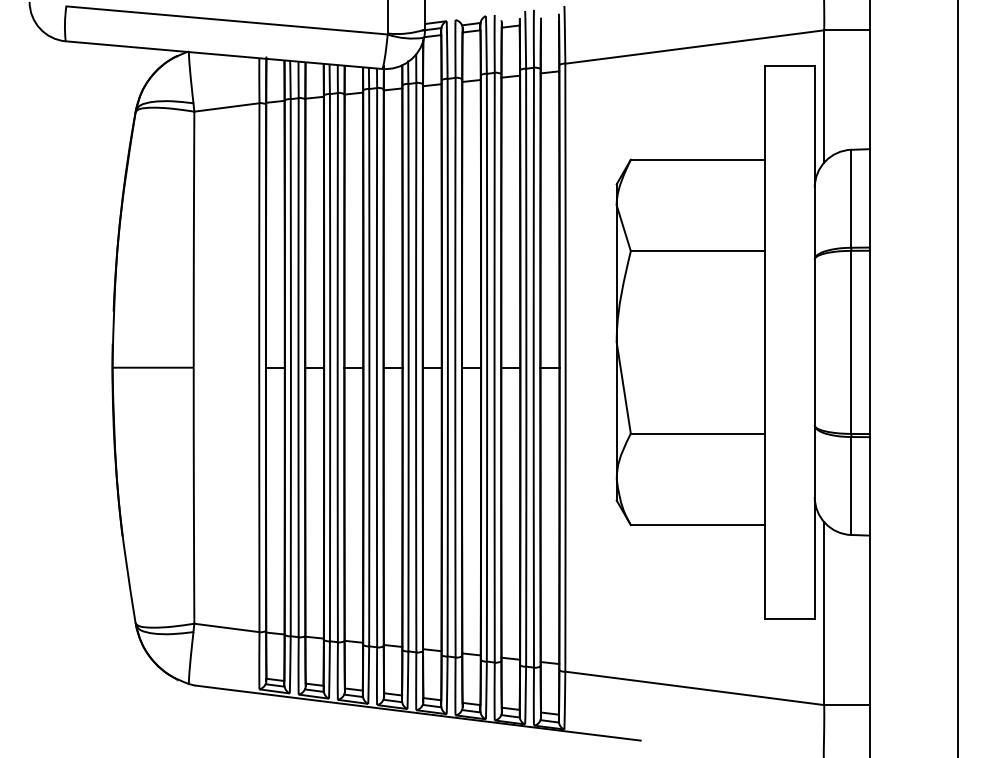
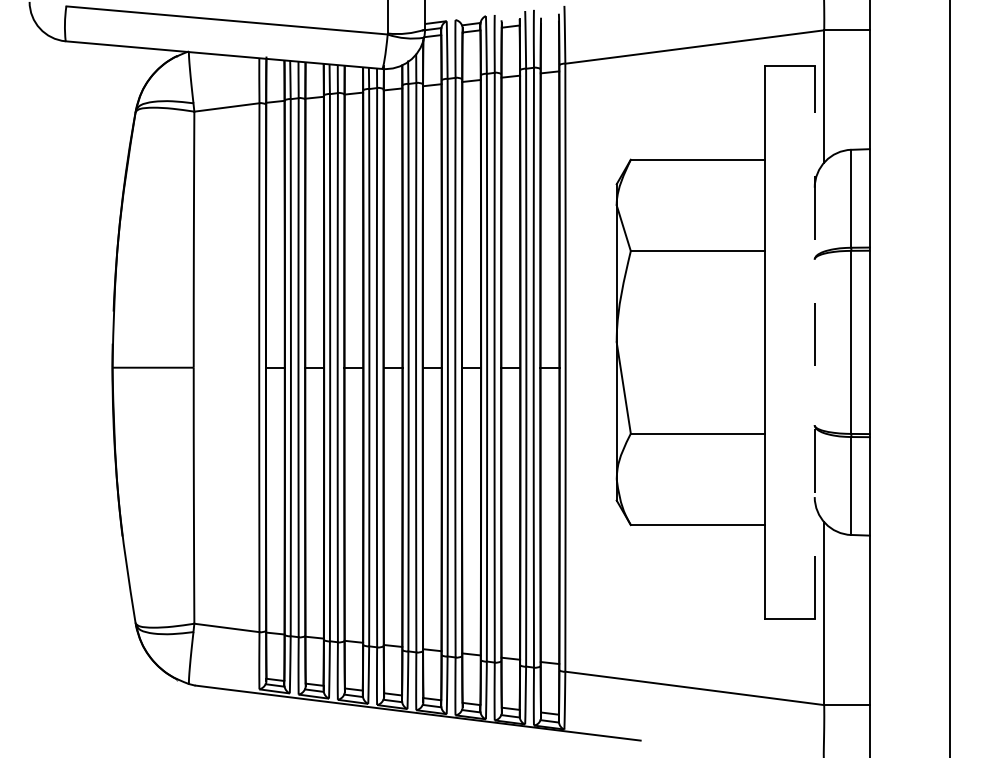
line at (814, 342): solid -> dashed
line at (958, 378) position: (958, 378) -> (950, 378)
